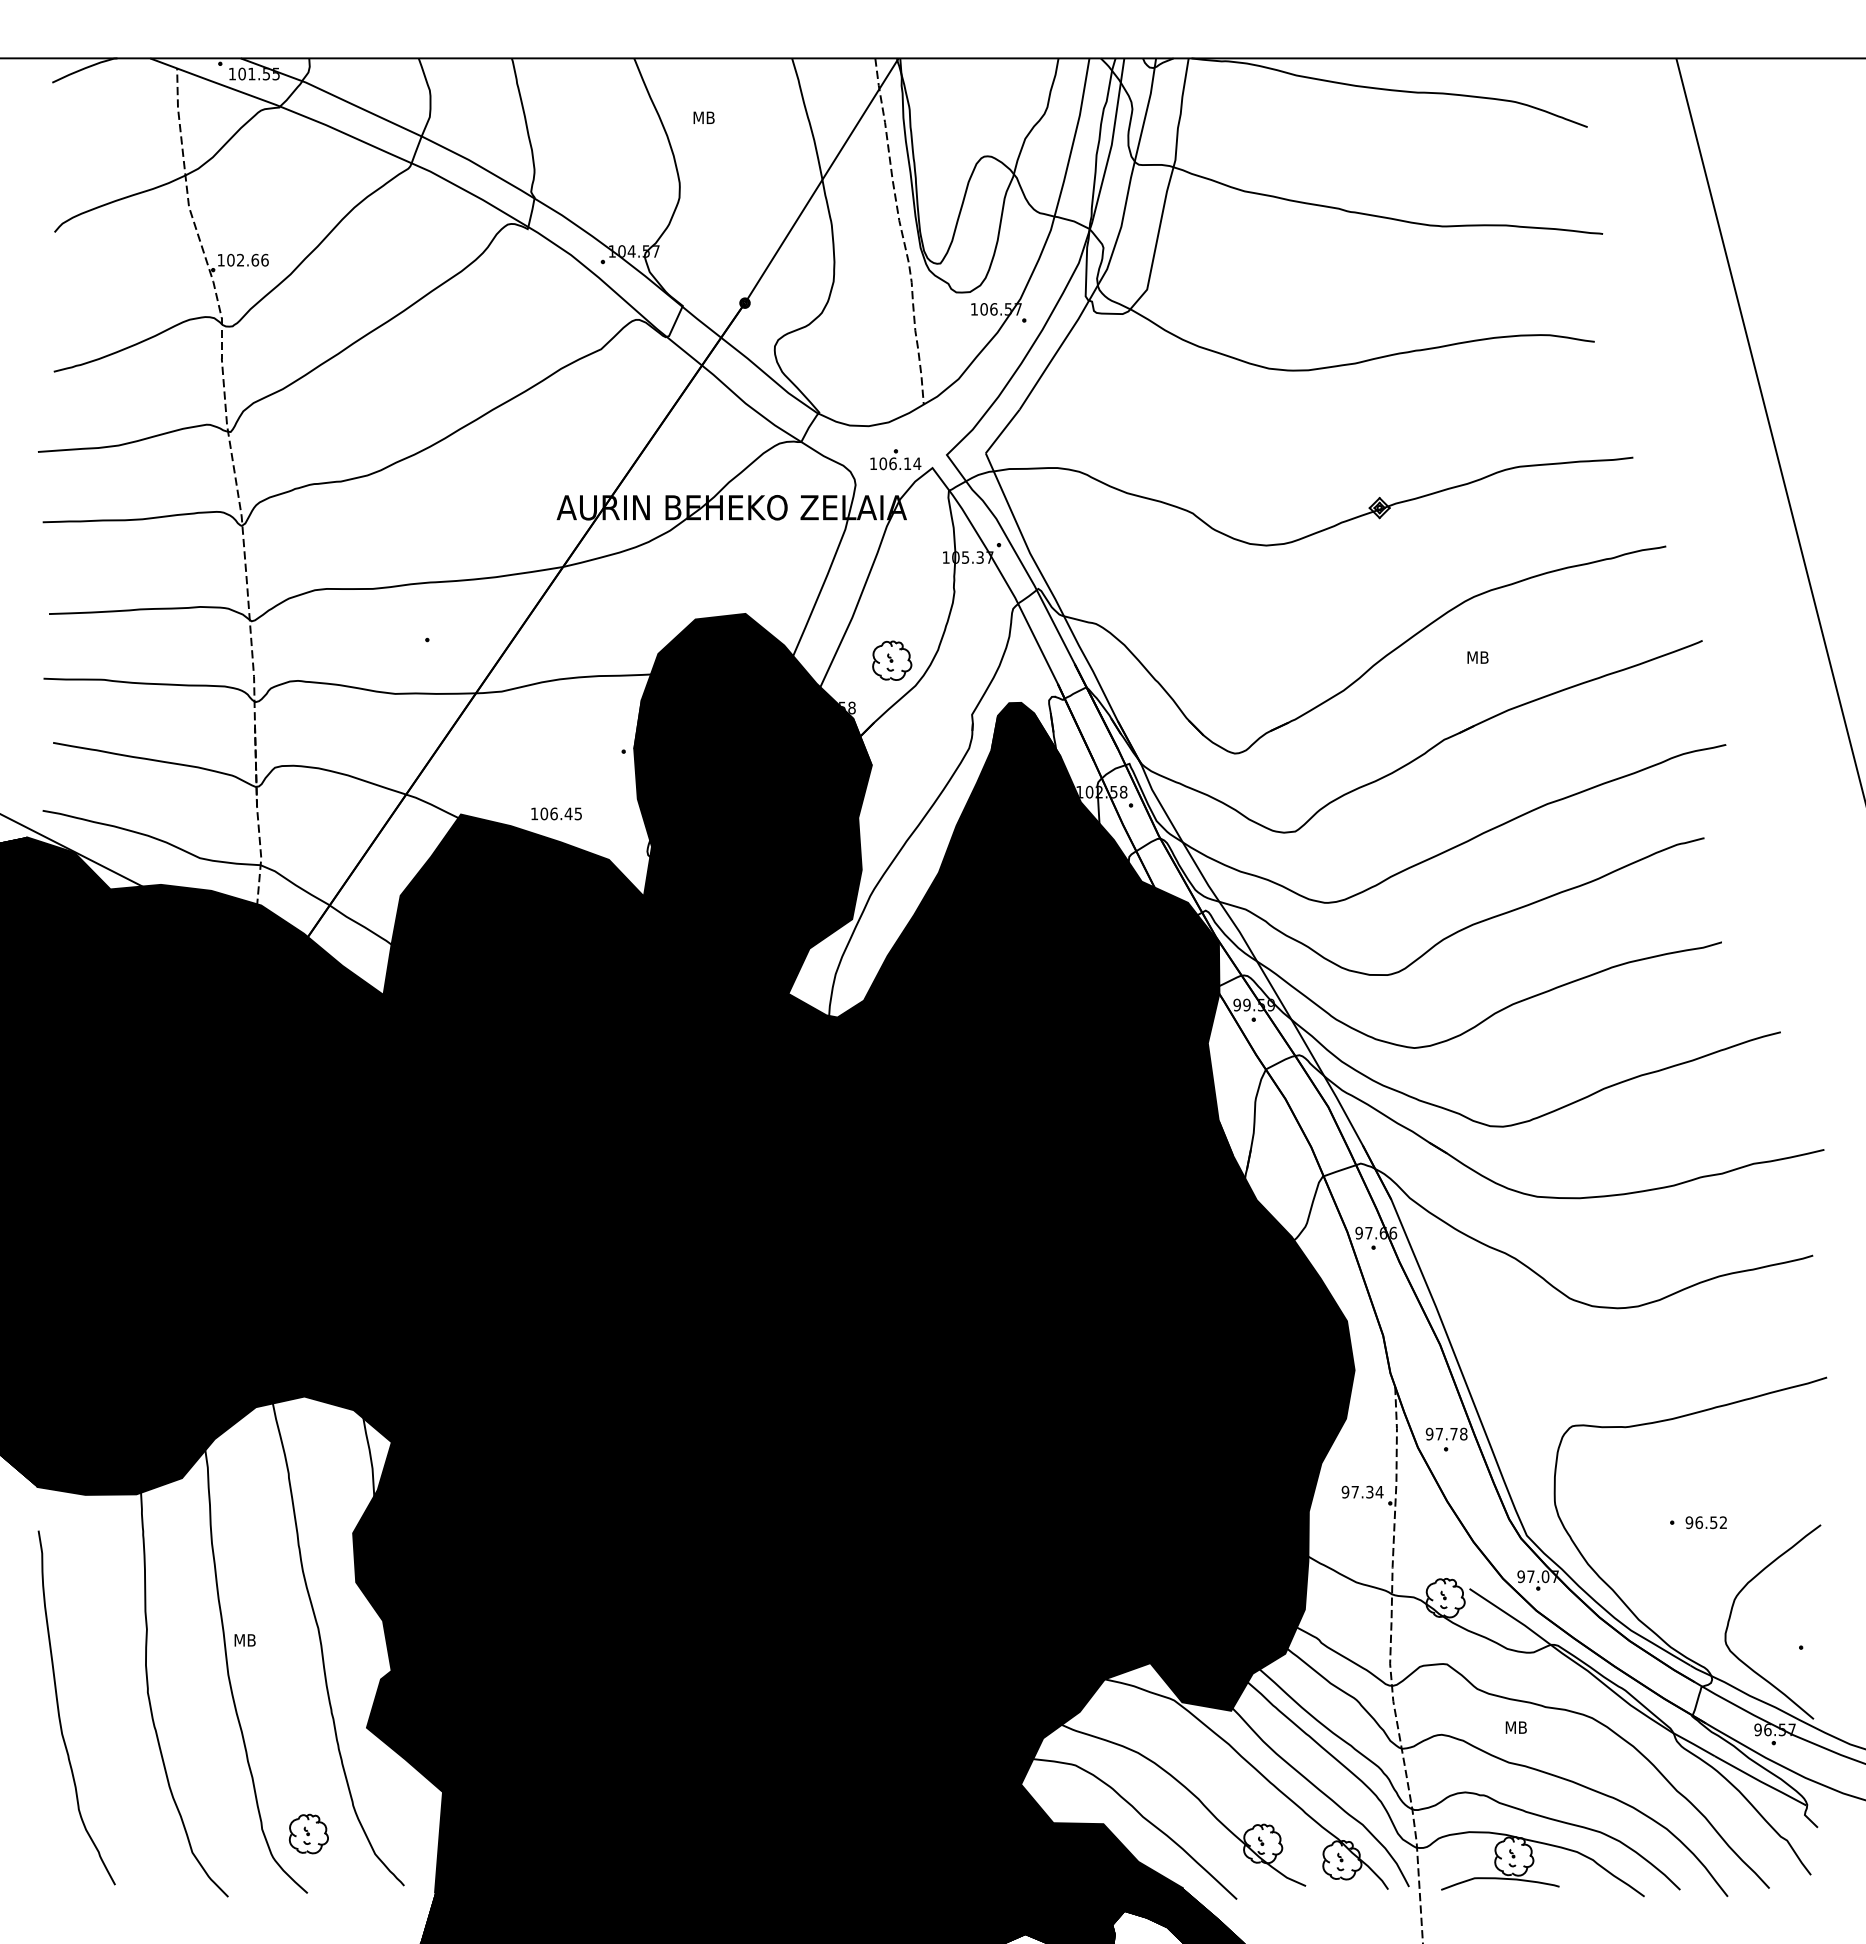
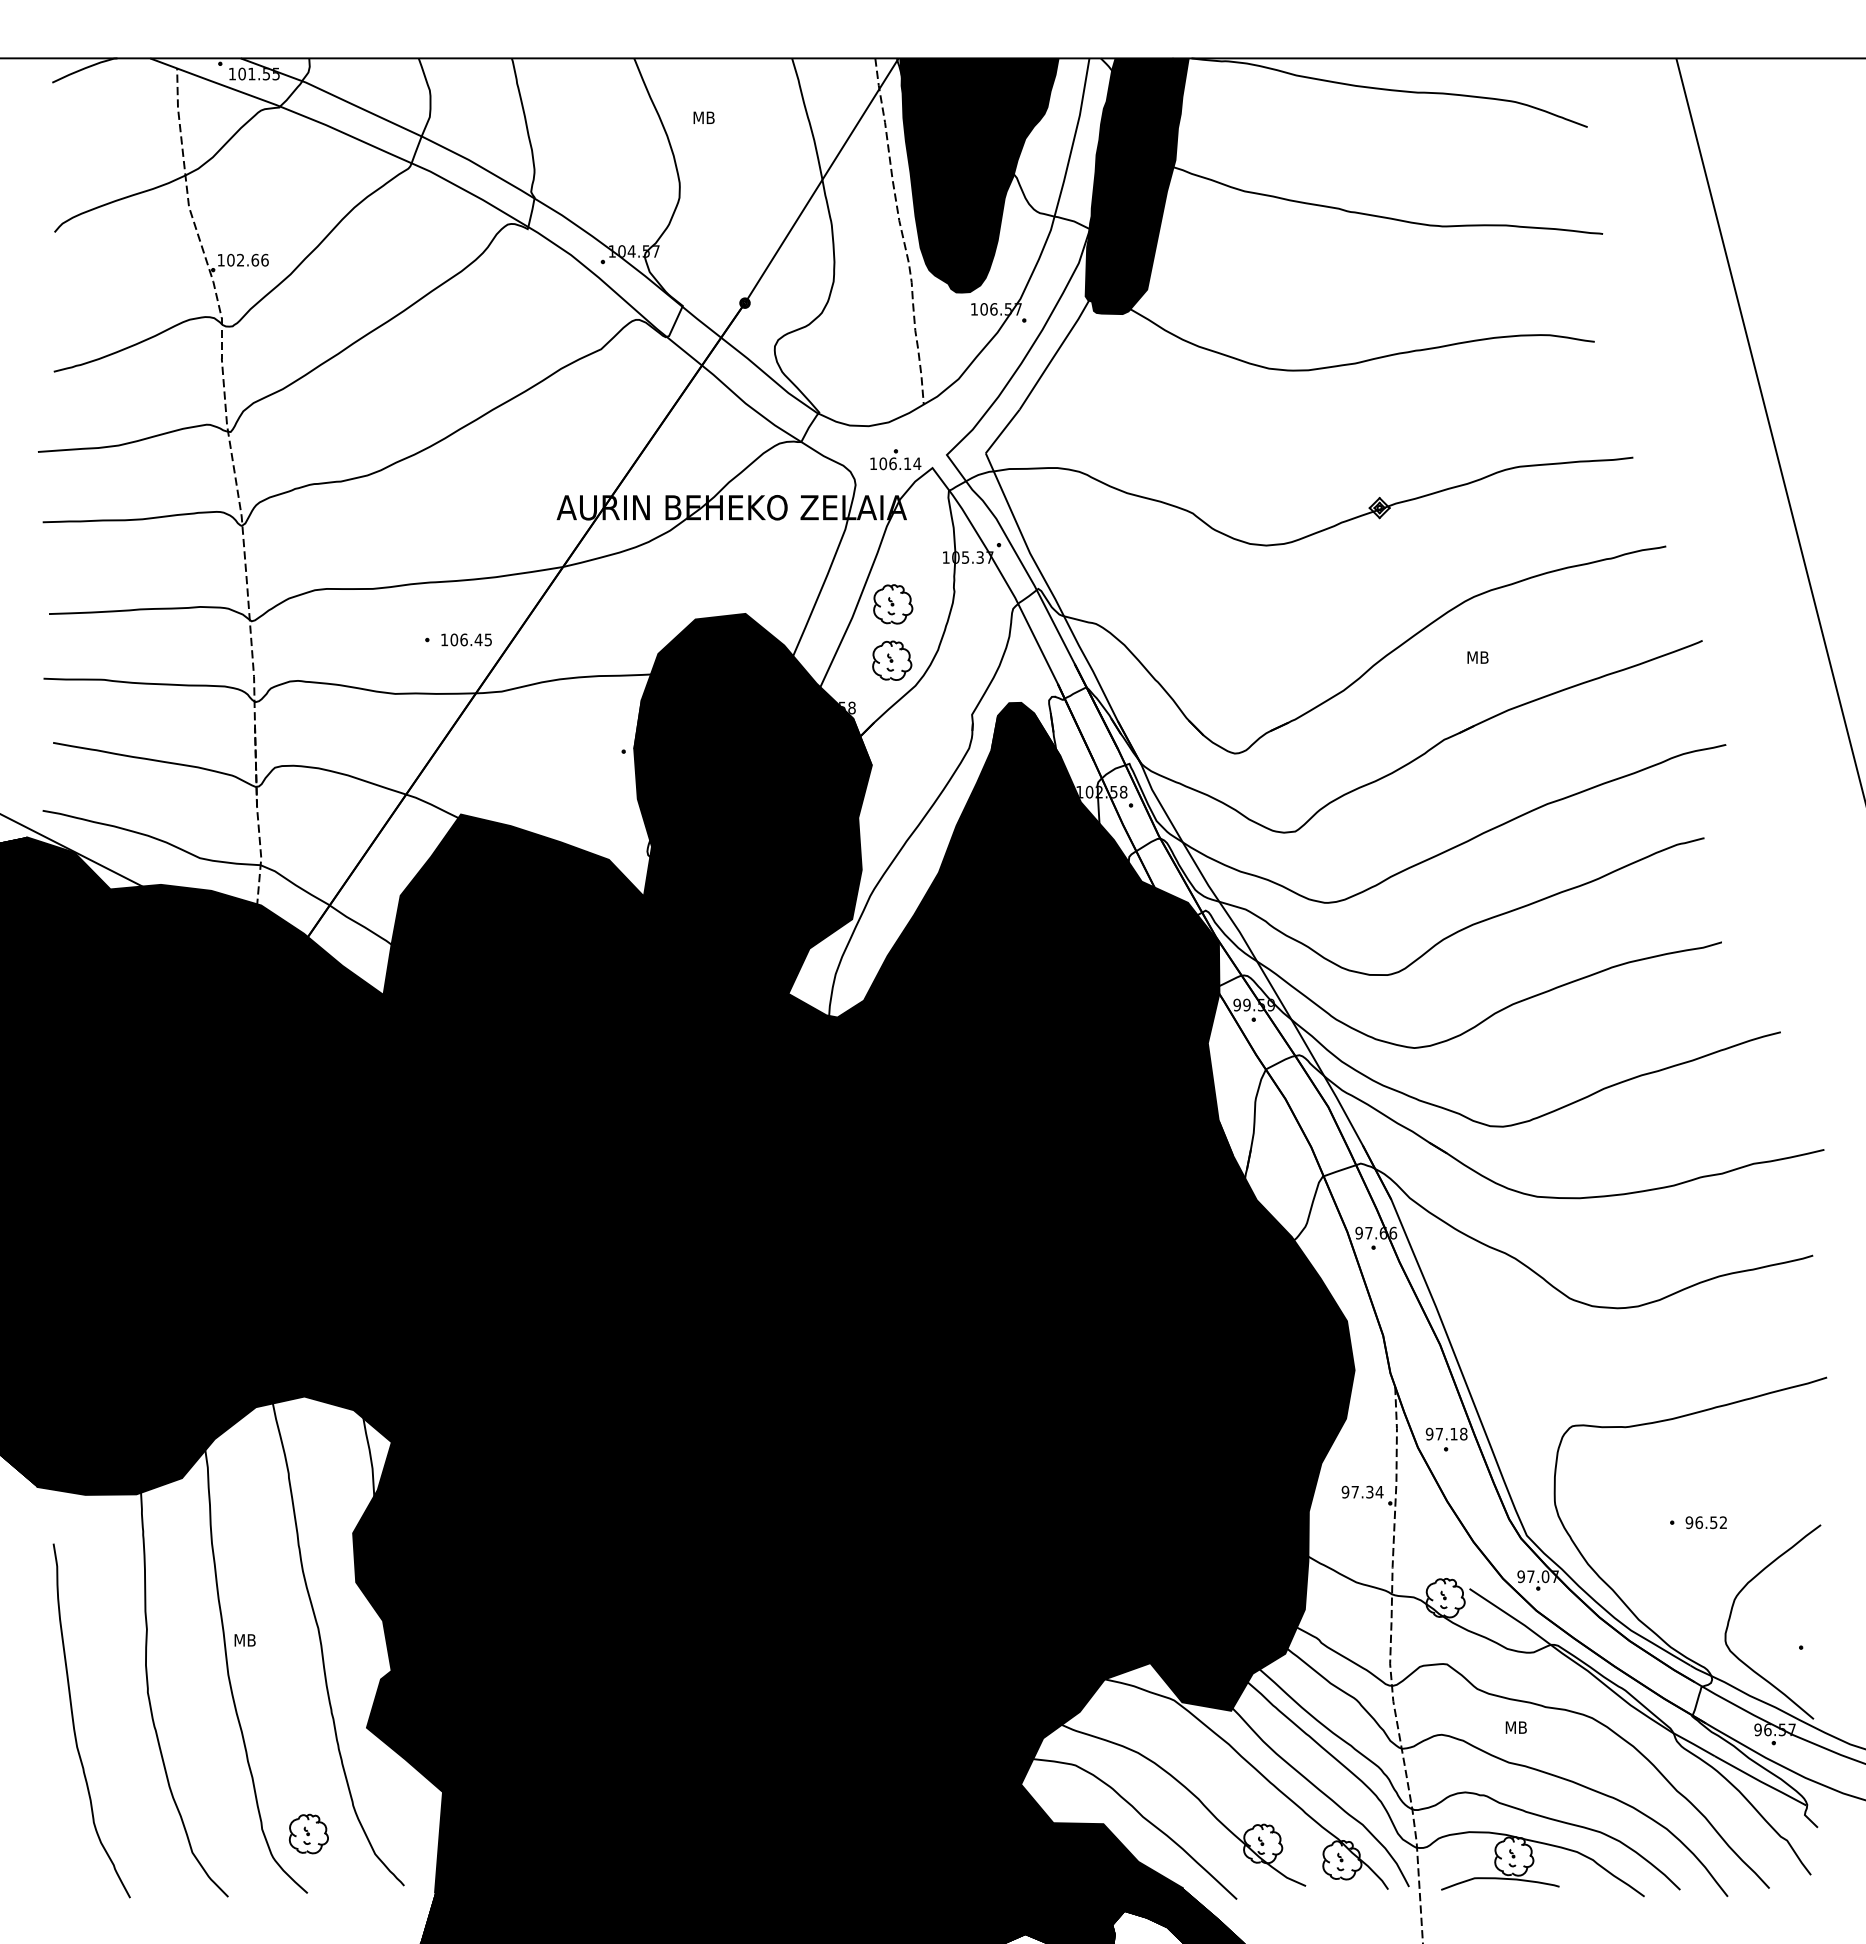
fill at (979, 175): none -> present
fill at (1136, 186): none -> present
part at (893, 604): none -> present
text at (556, 813) position: (556, 813) -> (466, 639)
text at (1453, 1434): 97.78 -> 97.18
curve at (59, 1708) position: (59, 1708) -> (74, 1721)
